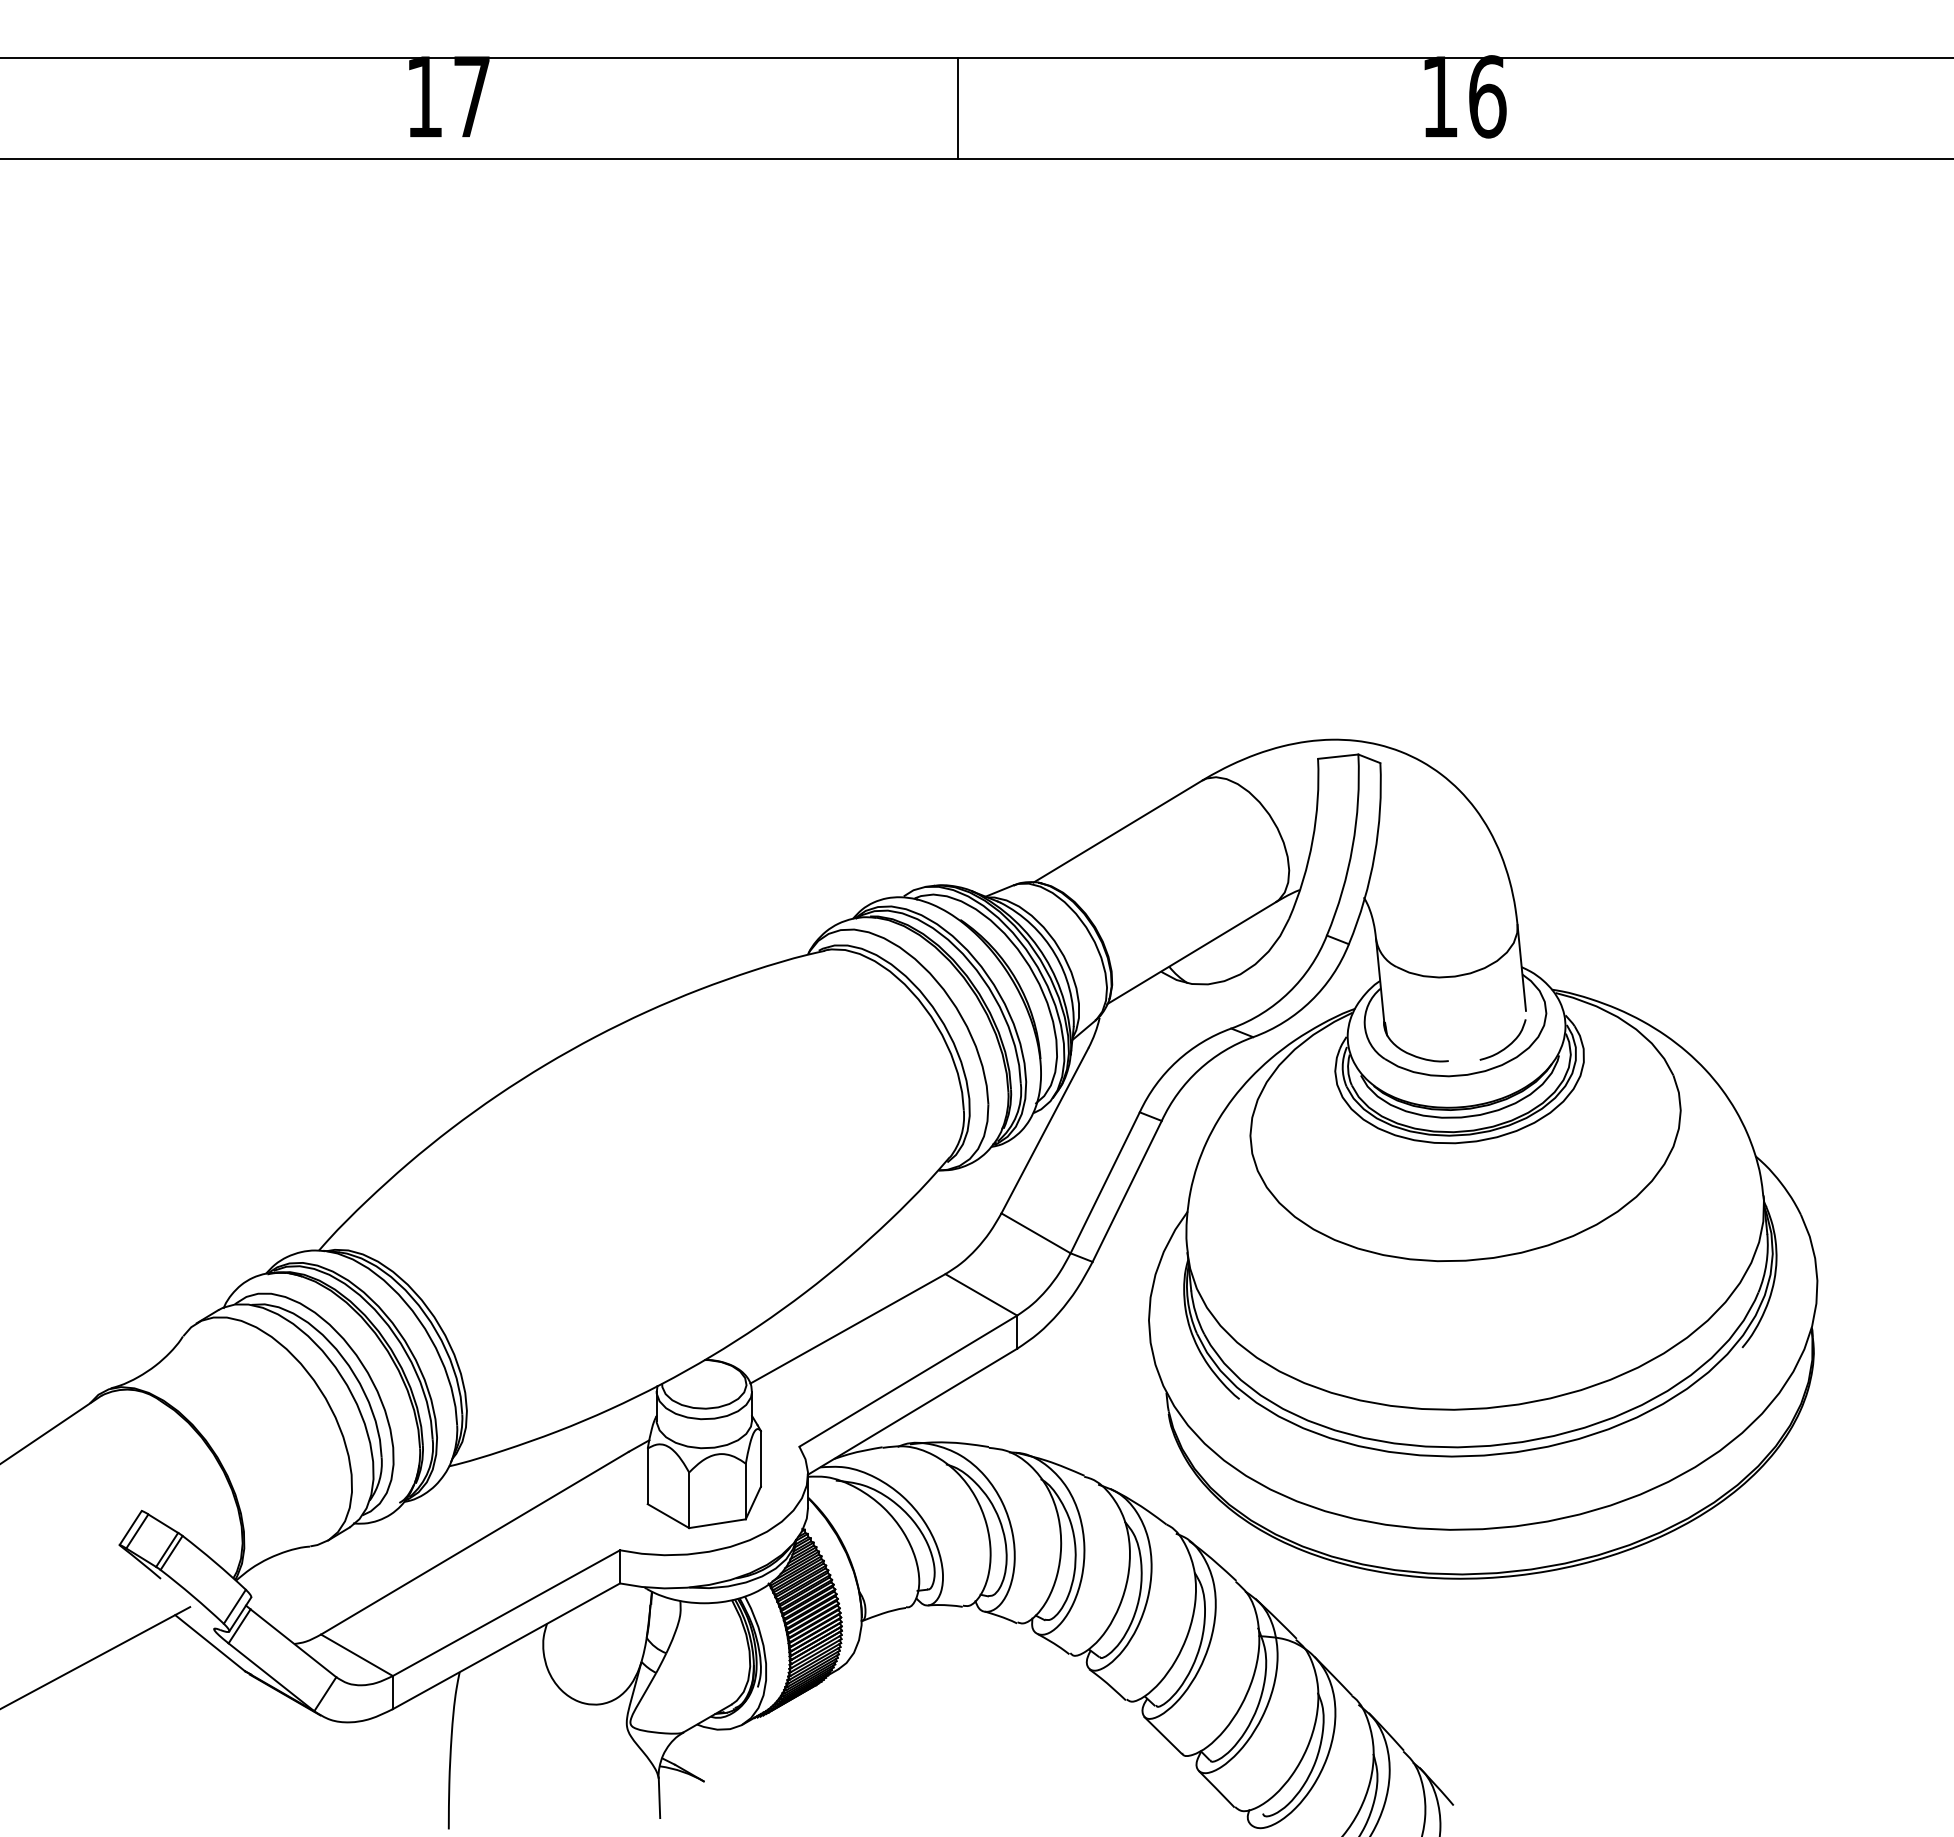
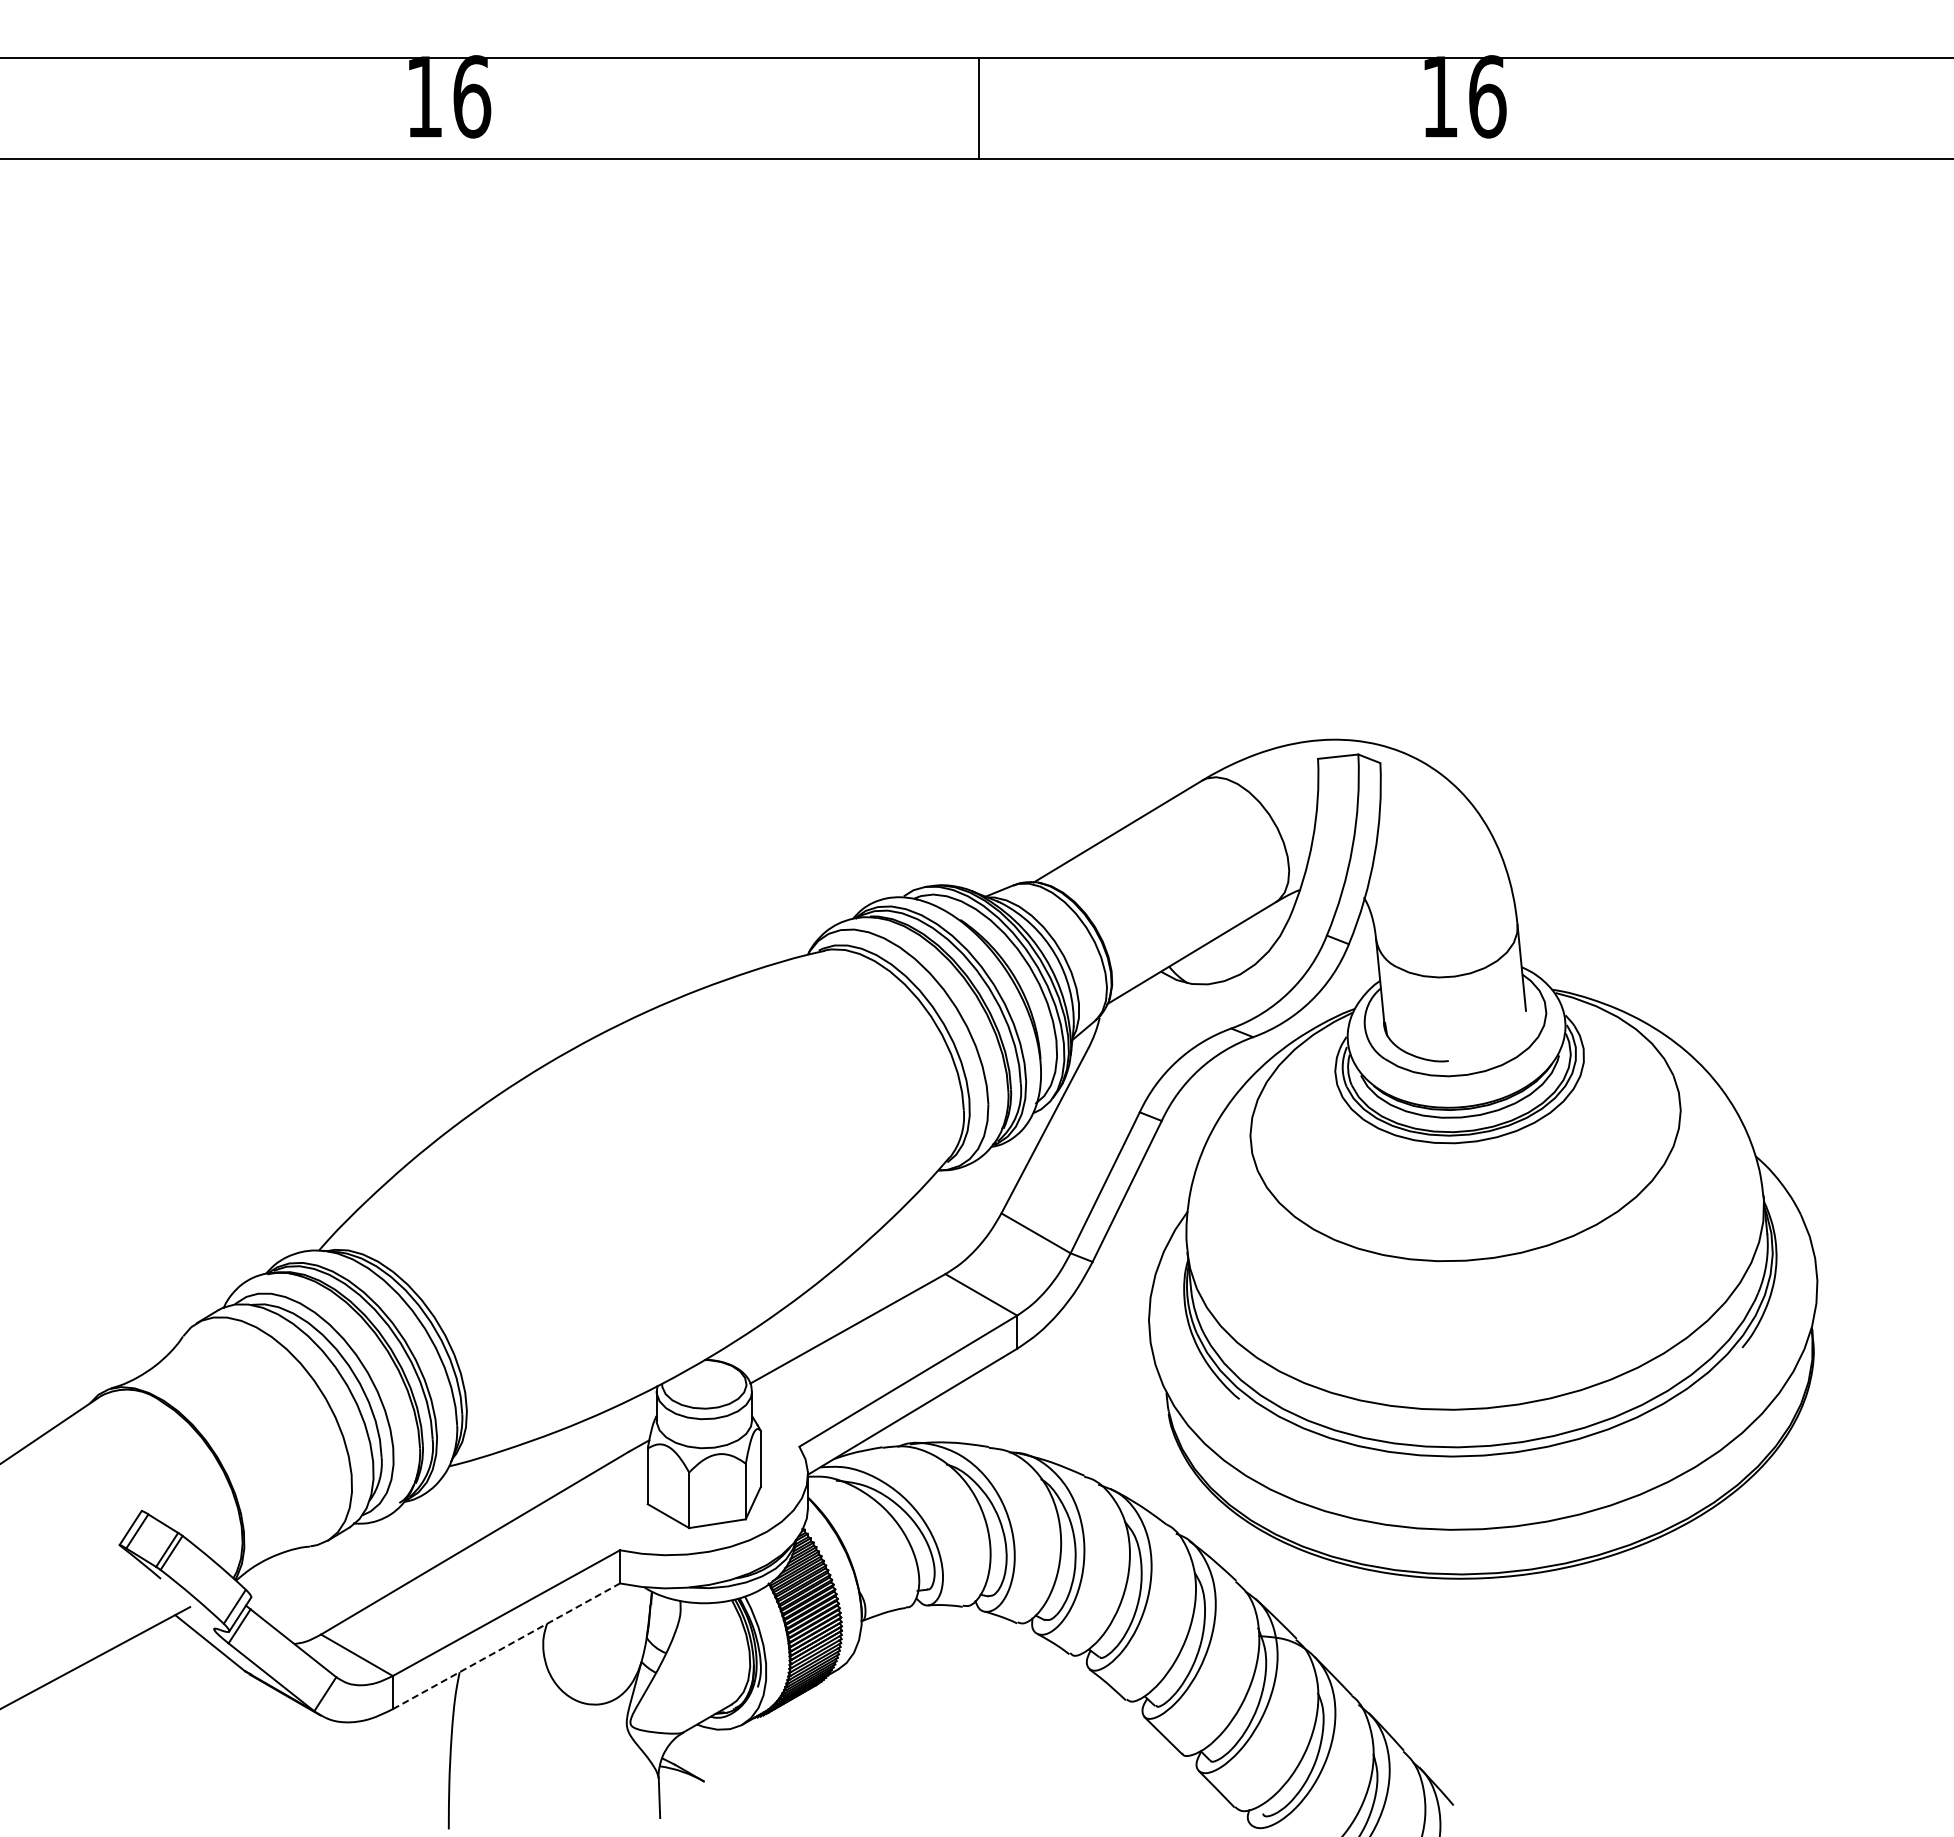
text at (472, 96): 17 -> 16
line at (957, 108) position: (957, 108) -> (978, 108)
curve at (1508, 1044): present -> none
line at (506, 1646): solid -> dashed
